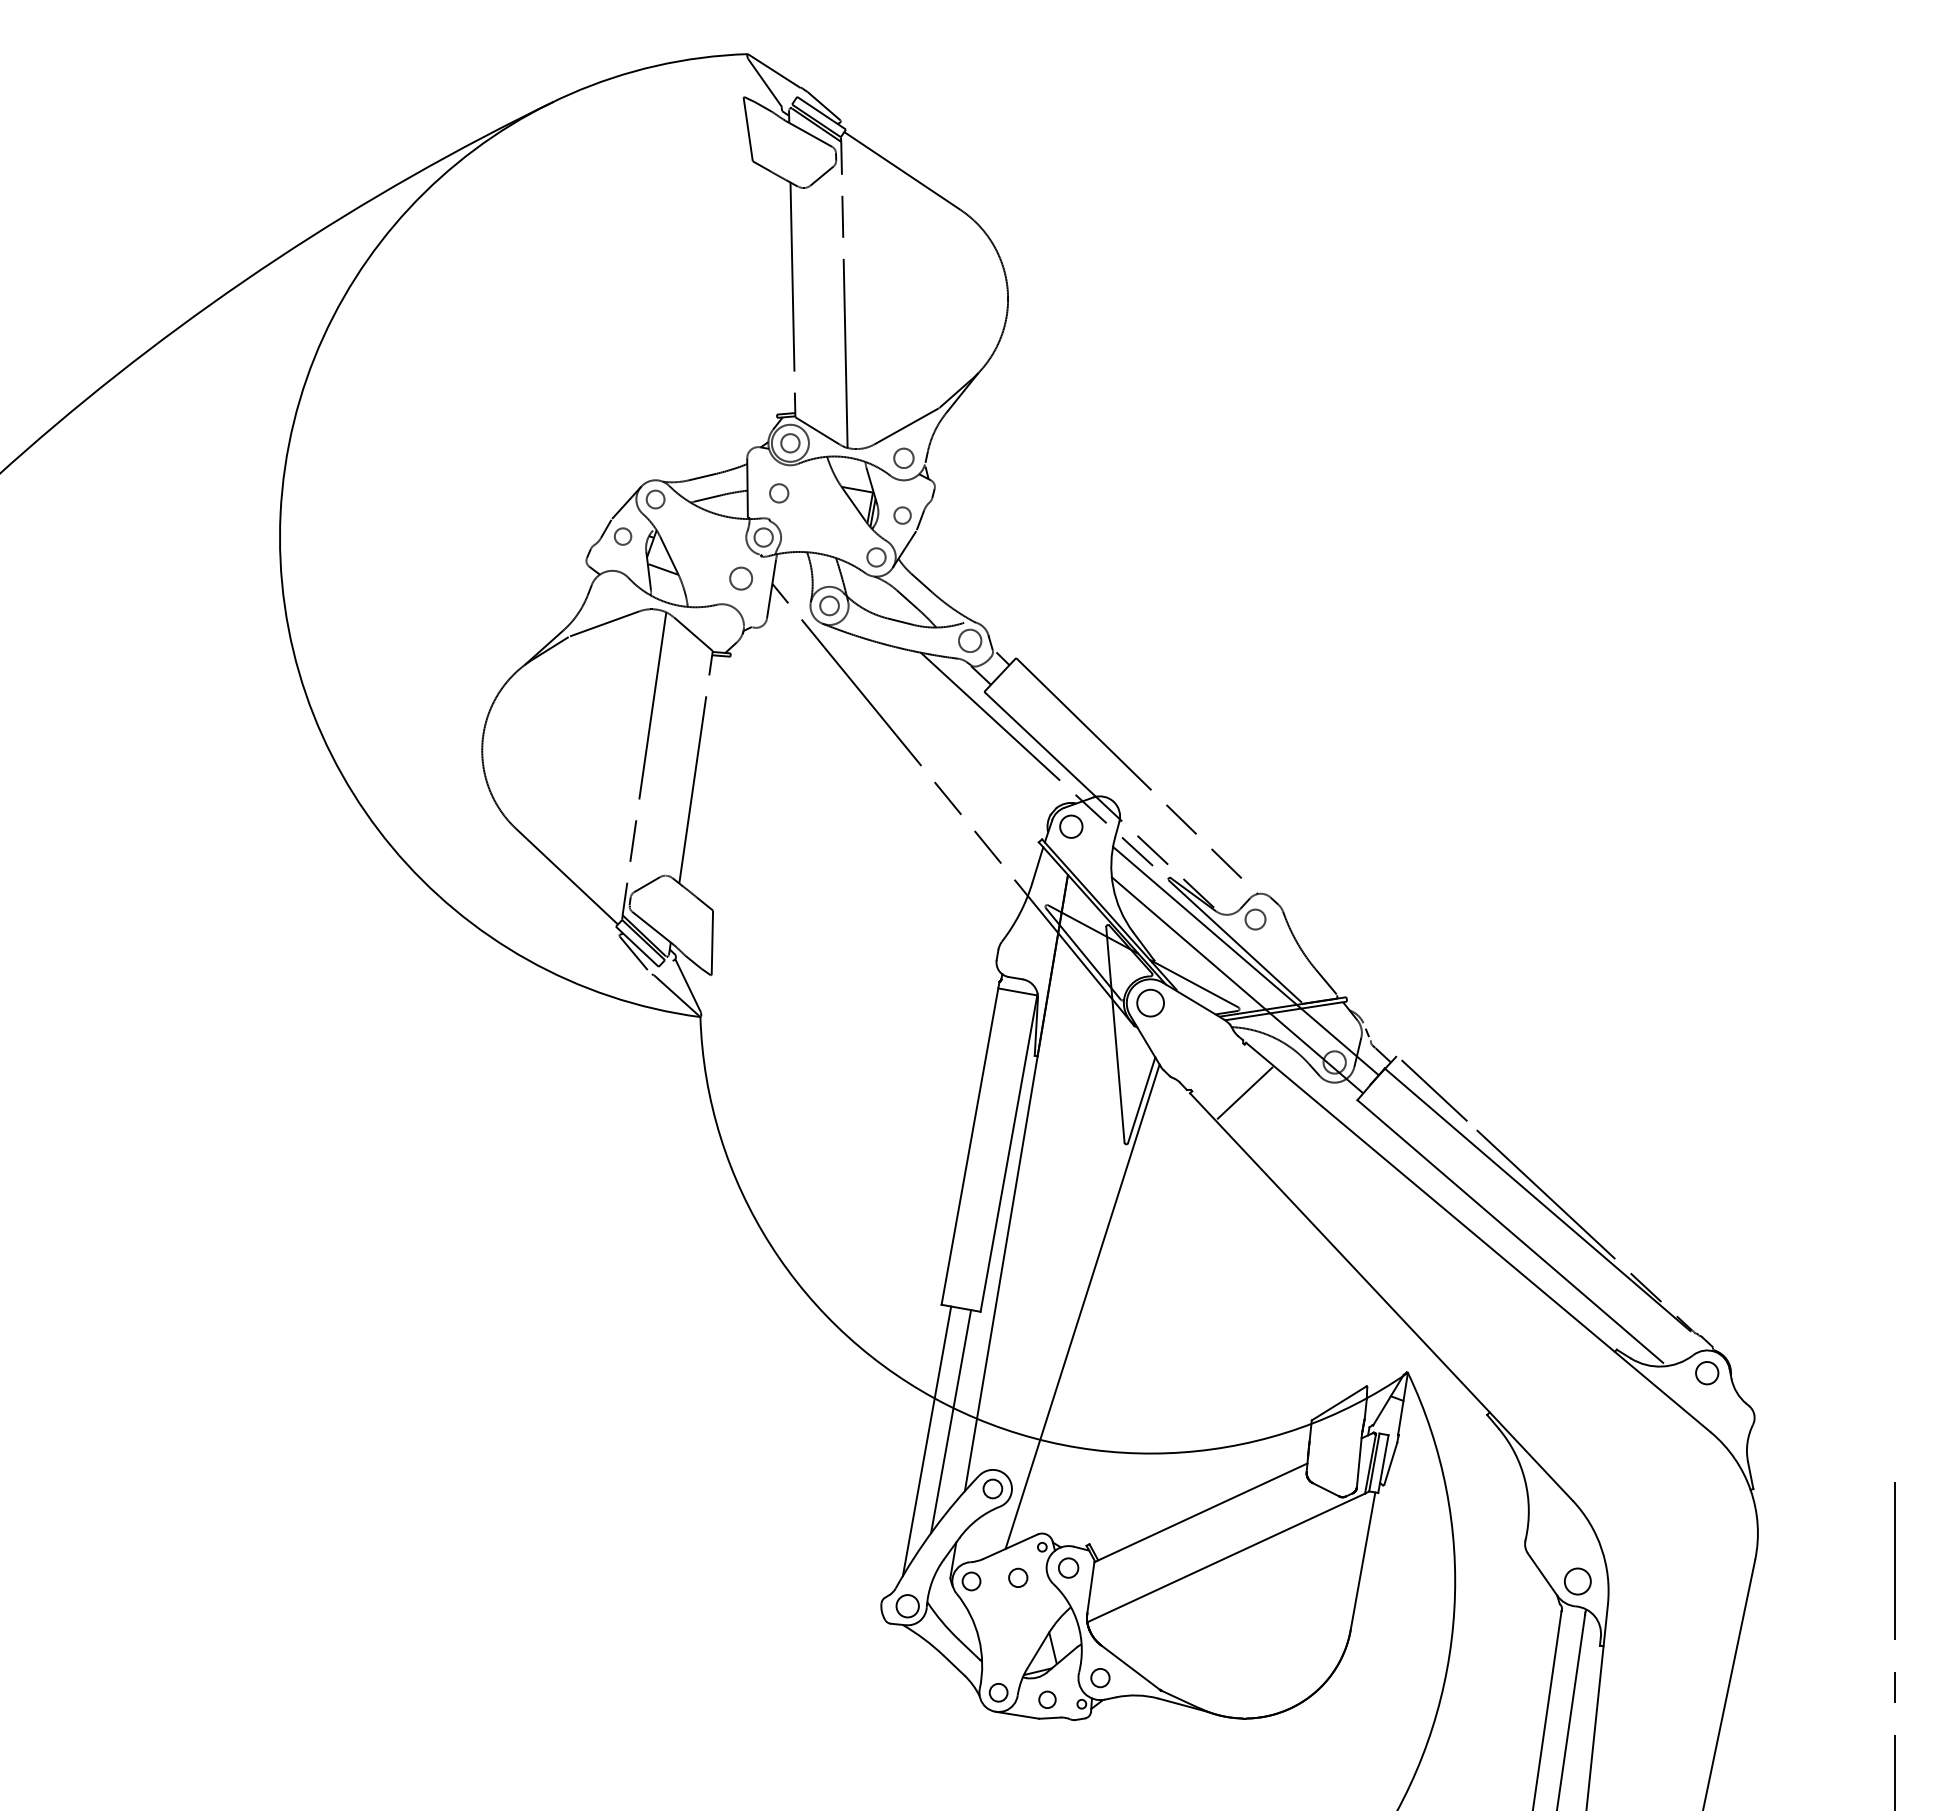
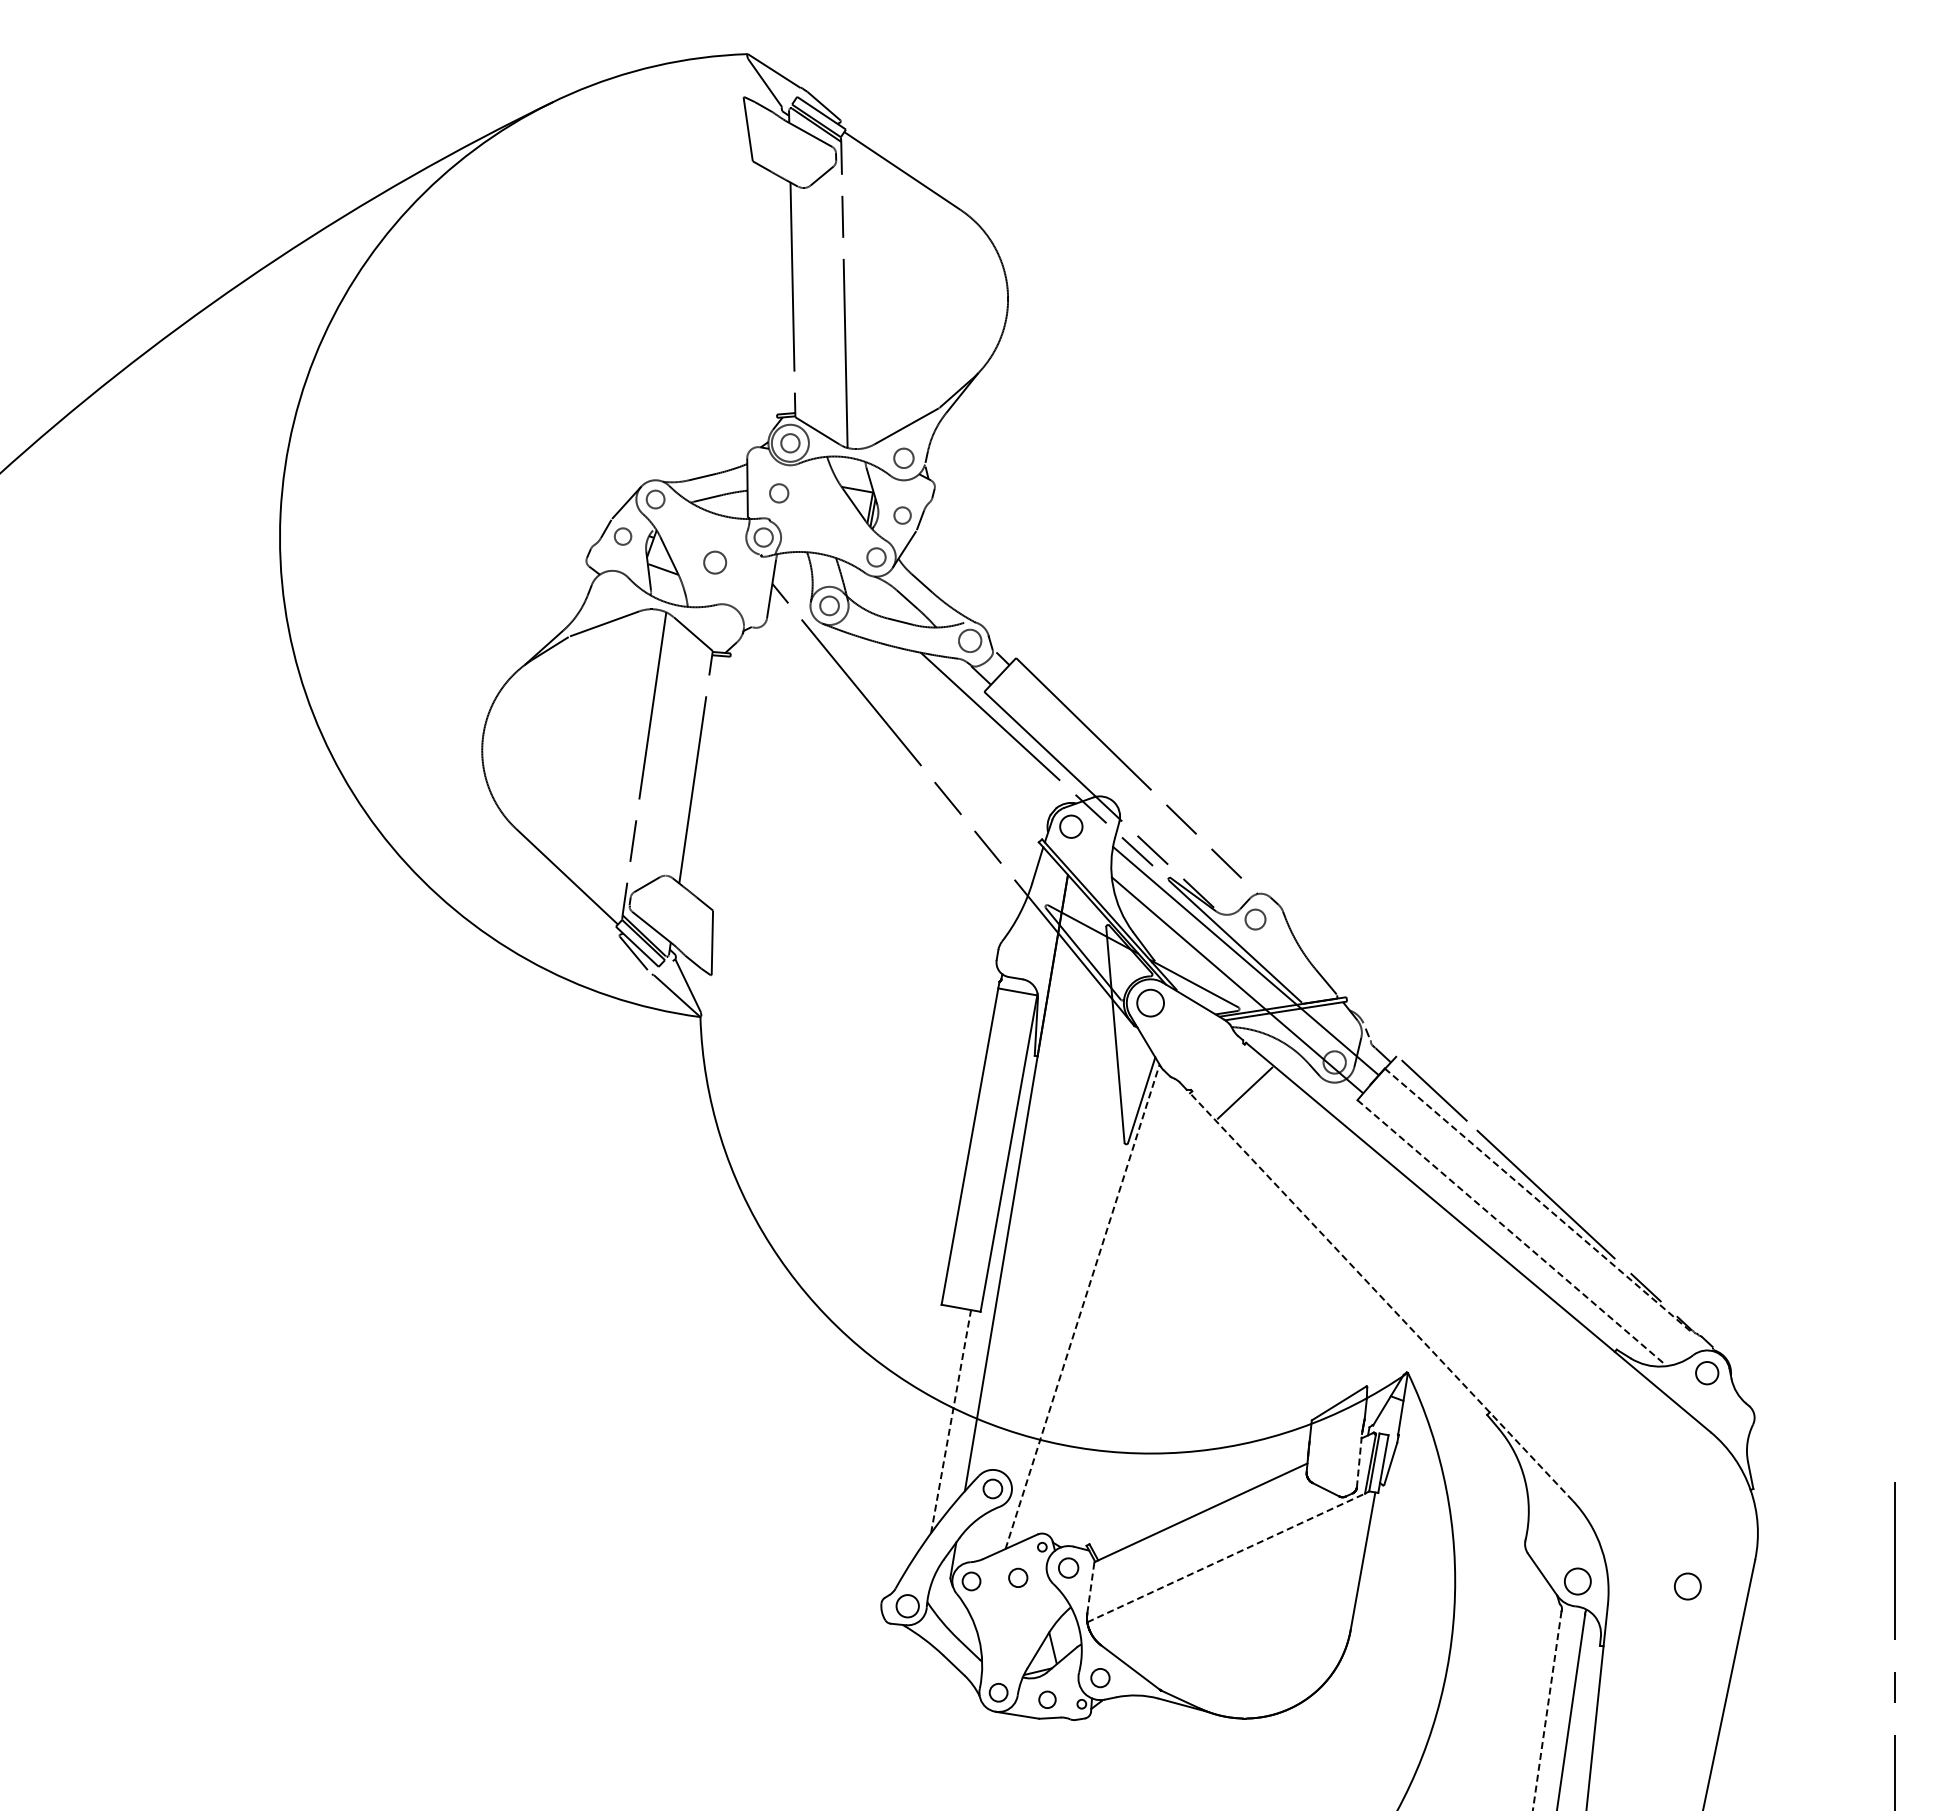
circle at (741, 578) position: (741, 578) -> (715, 562)
line at (1537, 1199): solid -> dashed
line at (1510, 1231): solid -> dashed
line at (1381, 1297): solid -> dashed
line at (1082, 1306): solid -> dashed
line at (951, 1421): solid -> dashed
line at (926, 1440): present -> none
line at (1359, 1460): solid -> dashed
line at (1226, 1557): solid -> dashed
circle at (1687, 1586): none -> present
line at (1090, 1587): solid -> dashed
line at (1547, 1711): solid -> dashed
